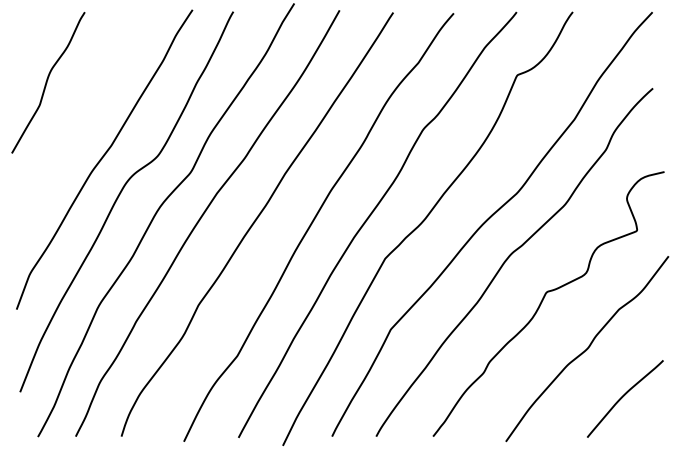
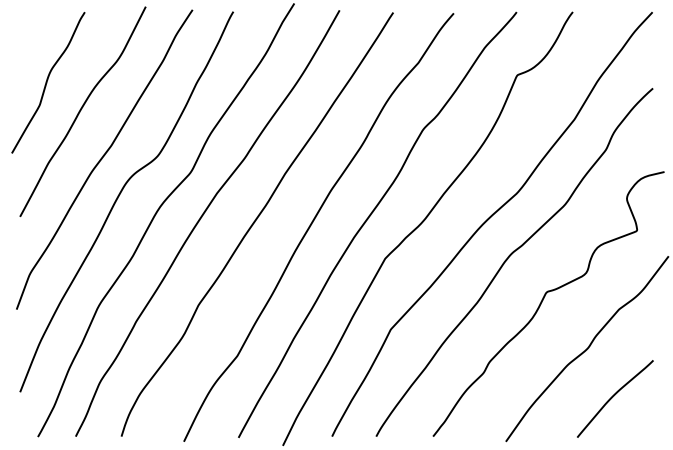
curve at (81, 110): none -> present
curve at (624, 396) position: (624, 396) -> (614, 396)
